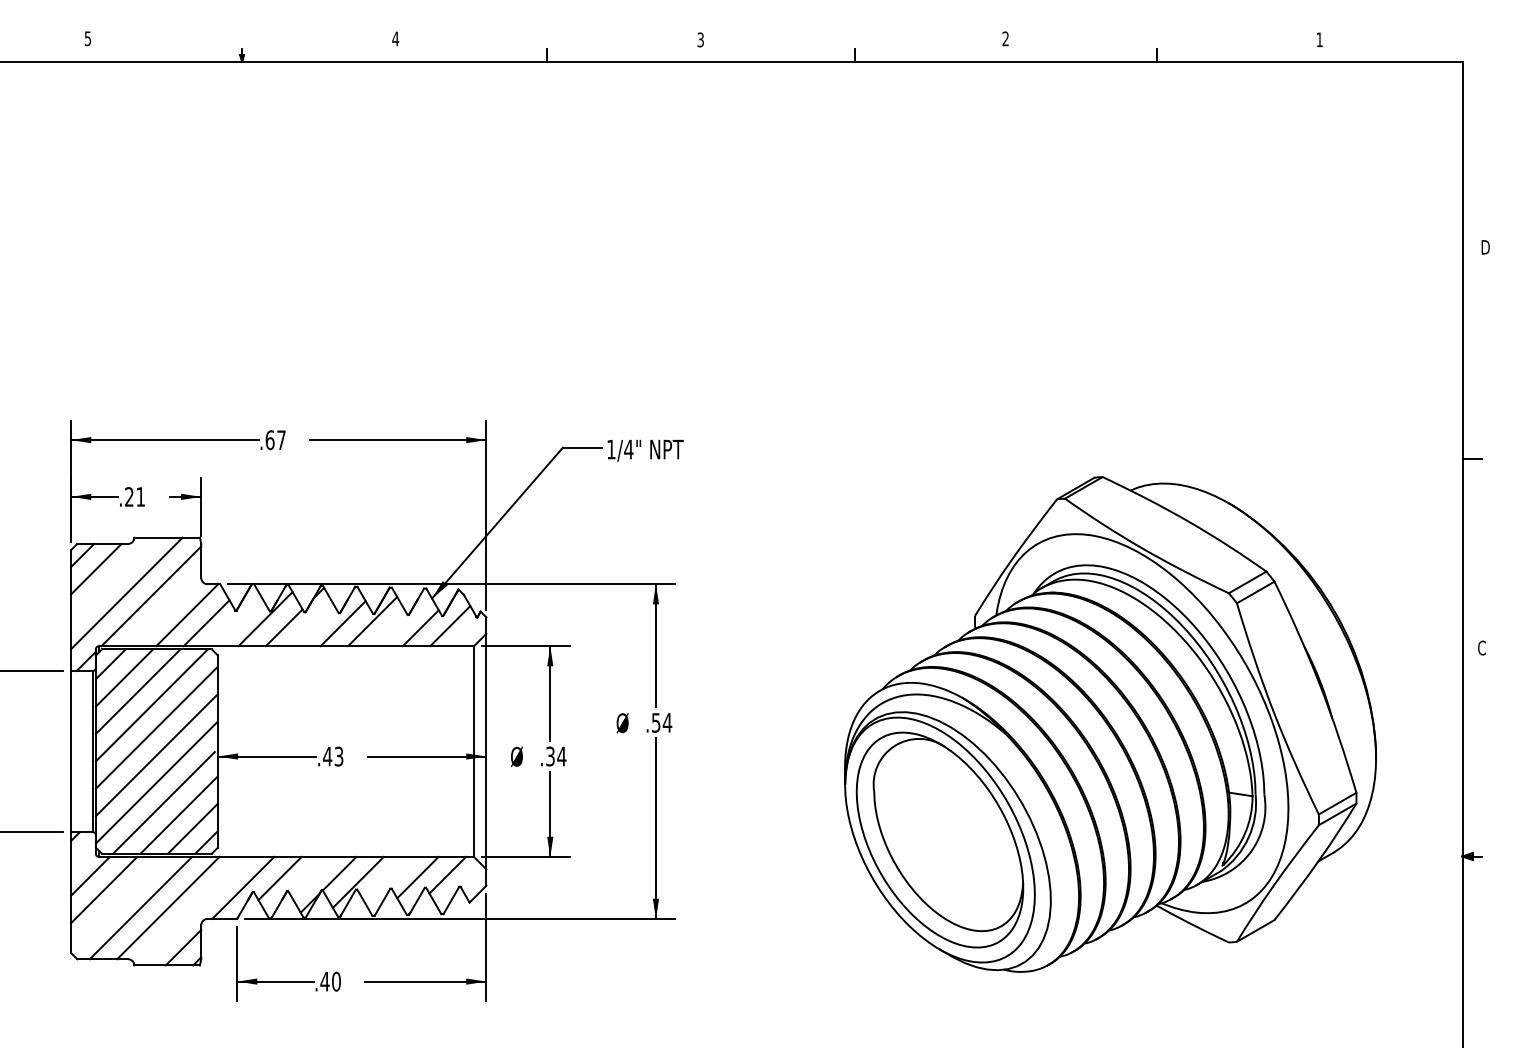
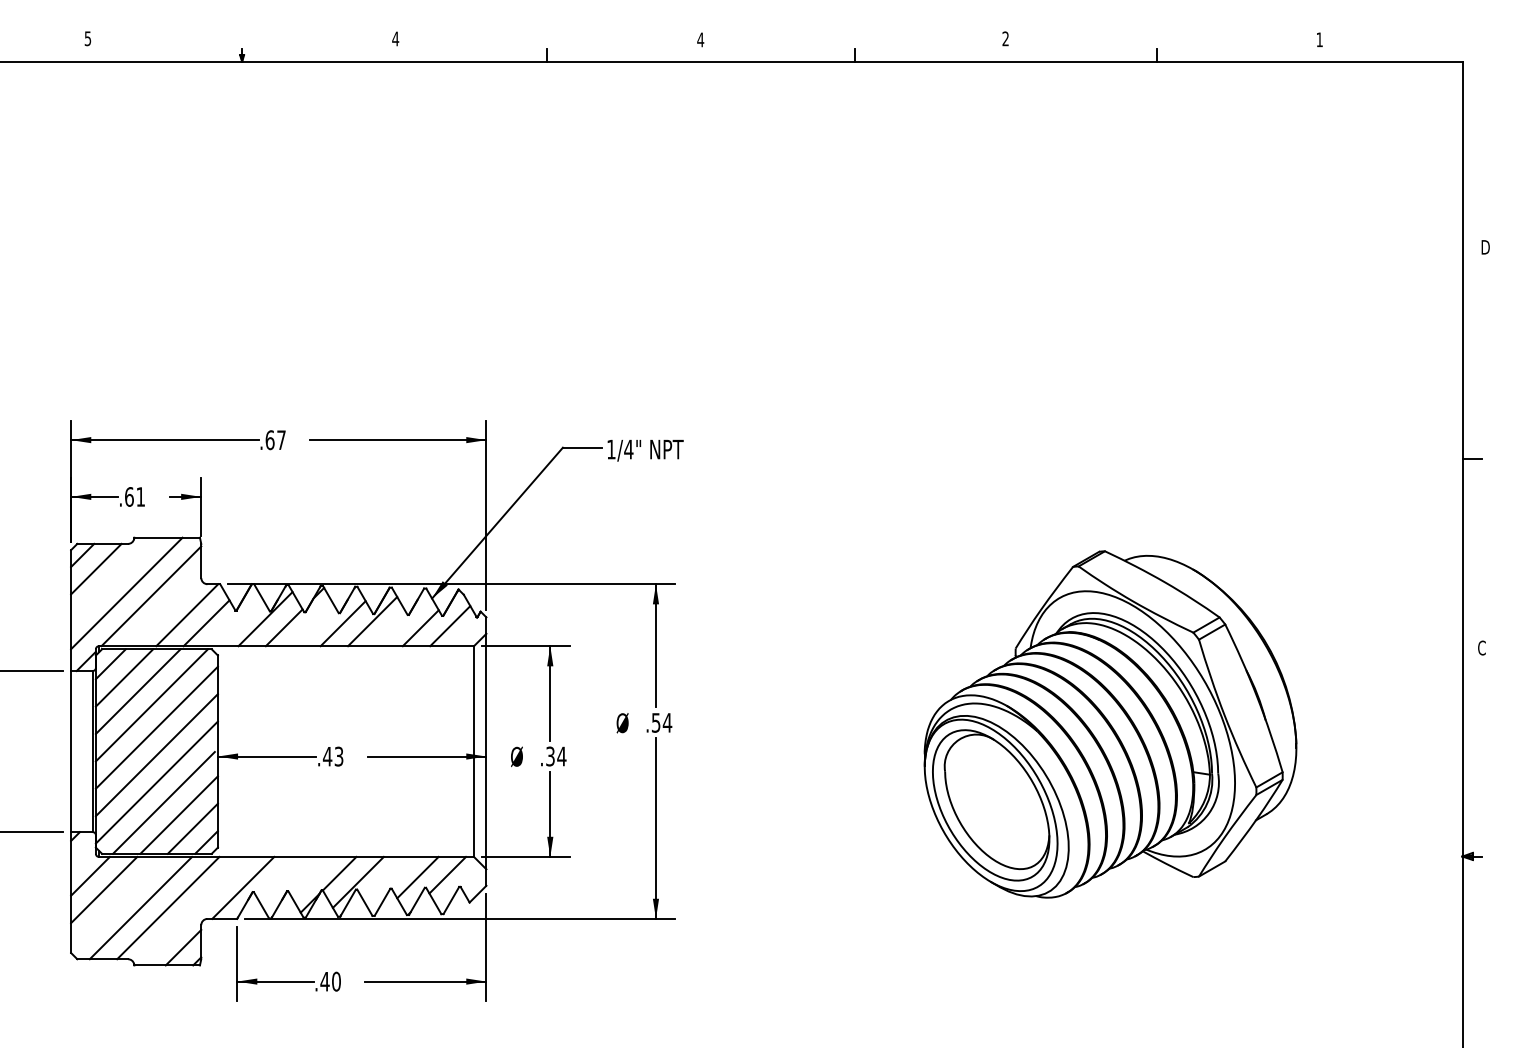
text at (700, 39): 3 -> 4
text at (129, 496): .21 -> .61
part at (1110, 724) size: 533x497 px -> 375x349 px
line at (279, 878): present -> none
